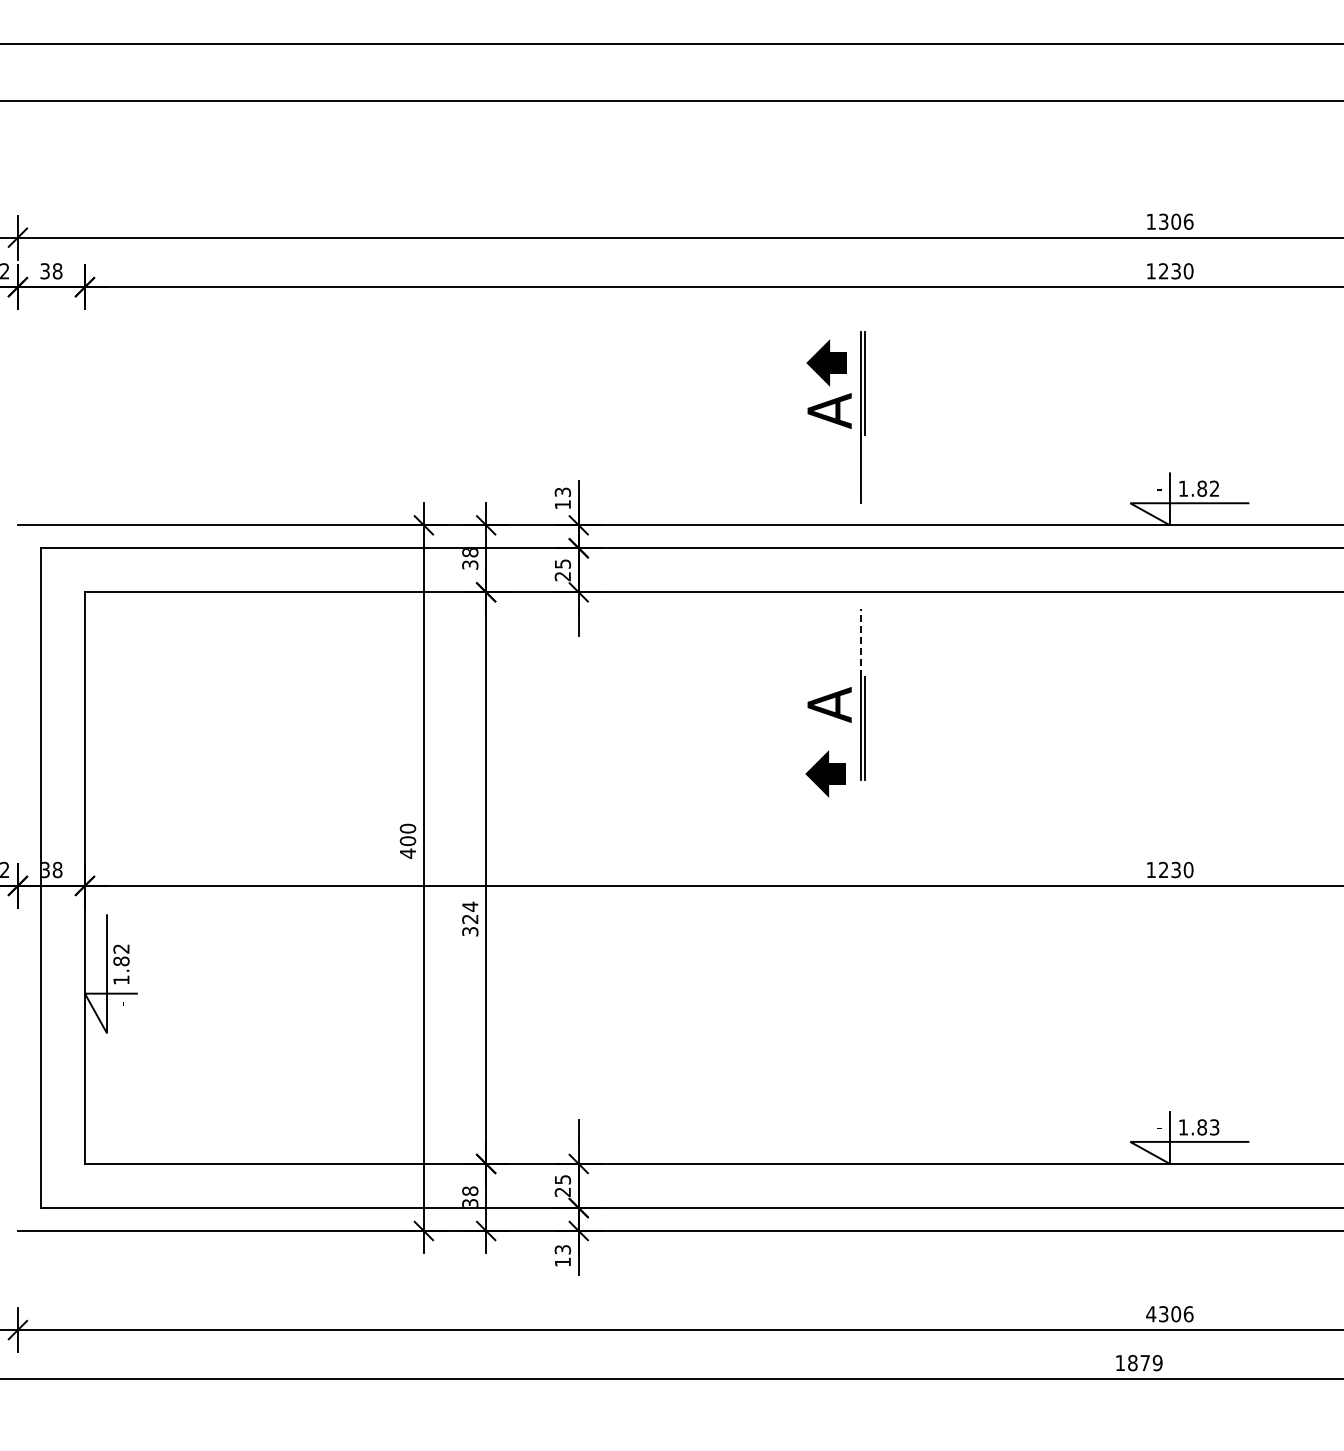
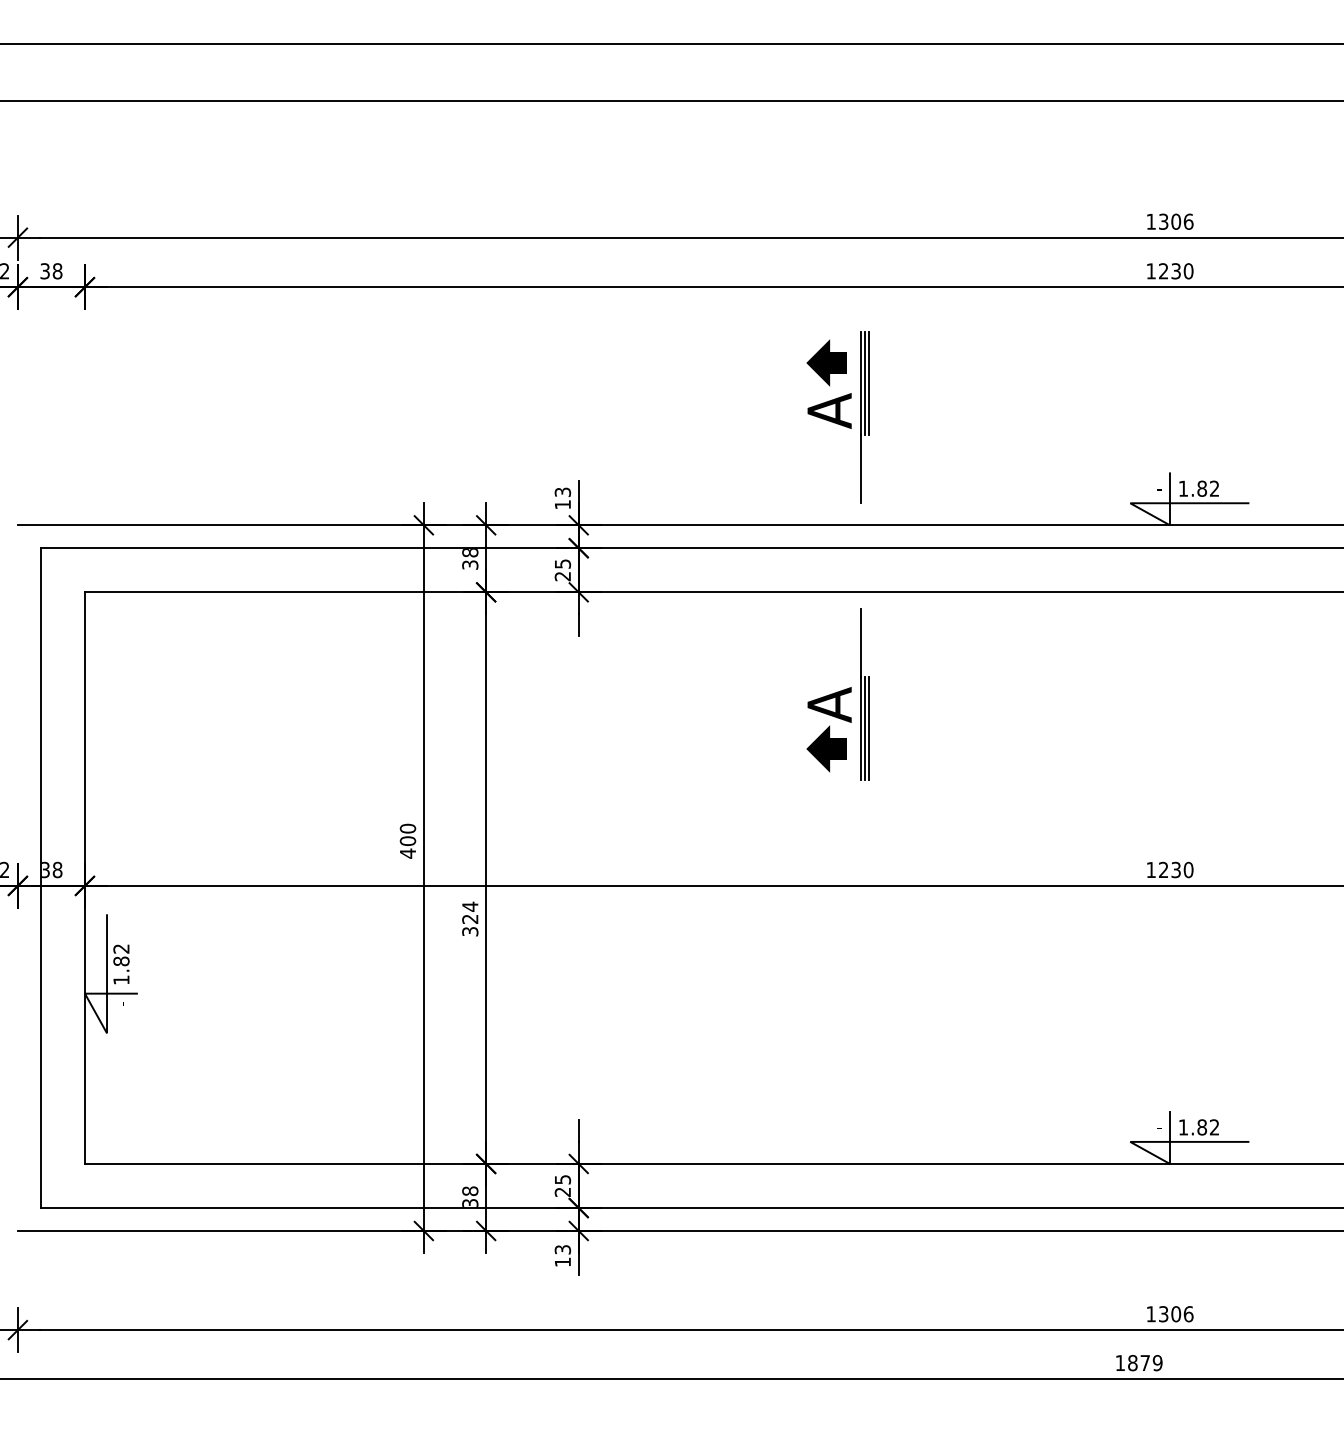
line at (868, 382): none -> present
line at (861, 642): dashed -> solid
line at (868, 728): none -> present
part at (825, 773) position: (825, 773) -> (826, 748)
text at (1214, 1127): 1.83 -> 1.82
text at (1151, 1314): 4306 -> 1306
